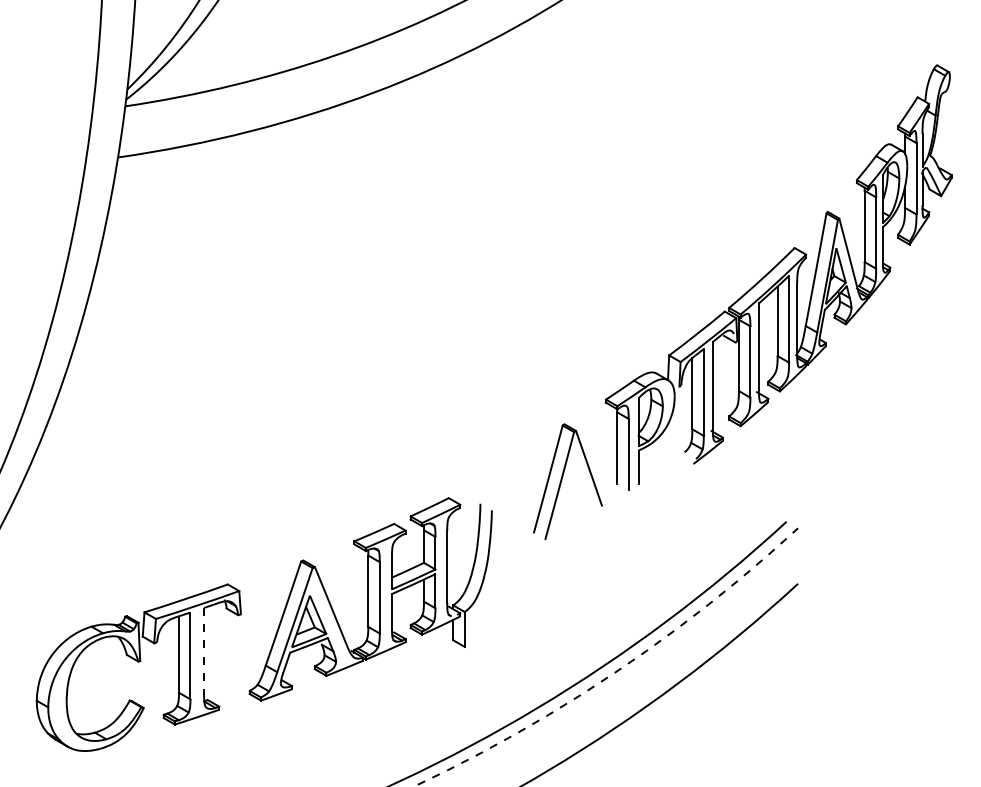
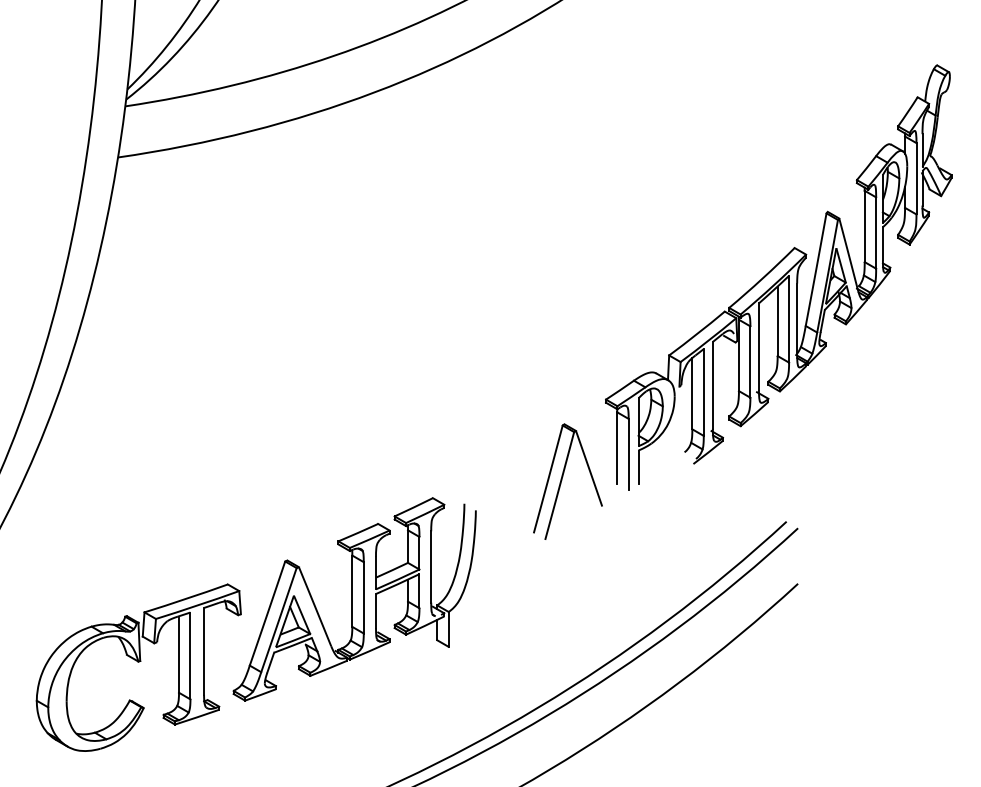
part at (370, 599) position: (370, 599) -> (354, 599)
line at (204, 651): dashed -> solid
arc at (615, 672): dashed -> solid
